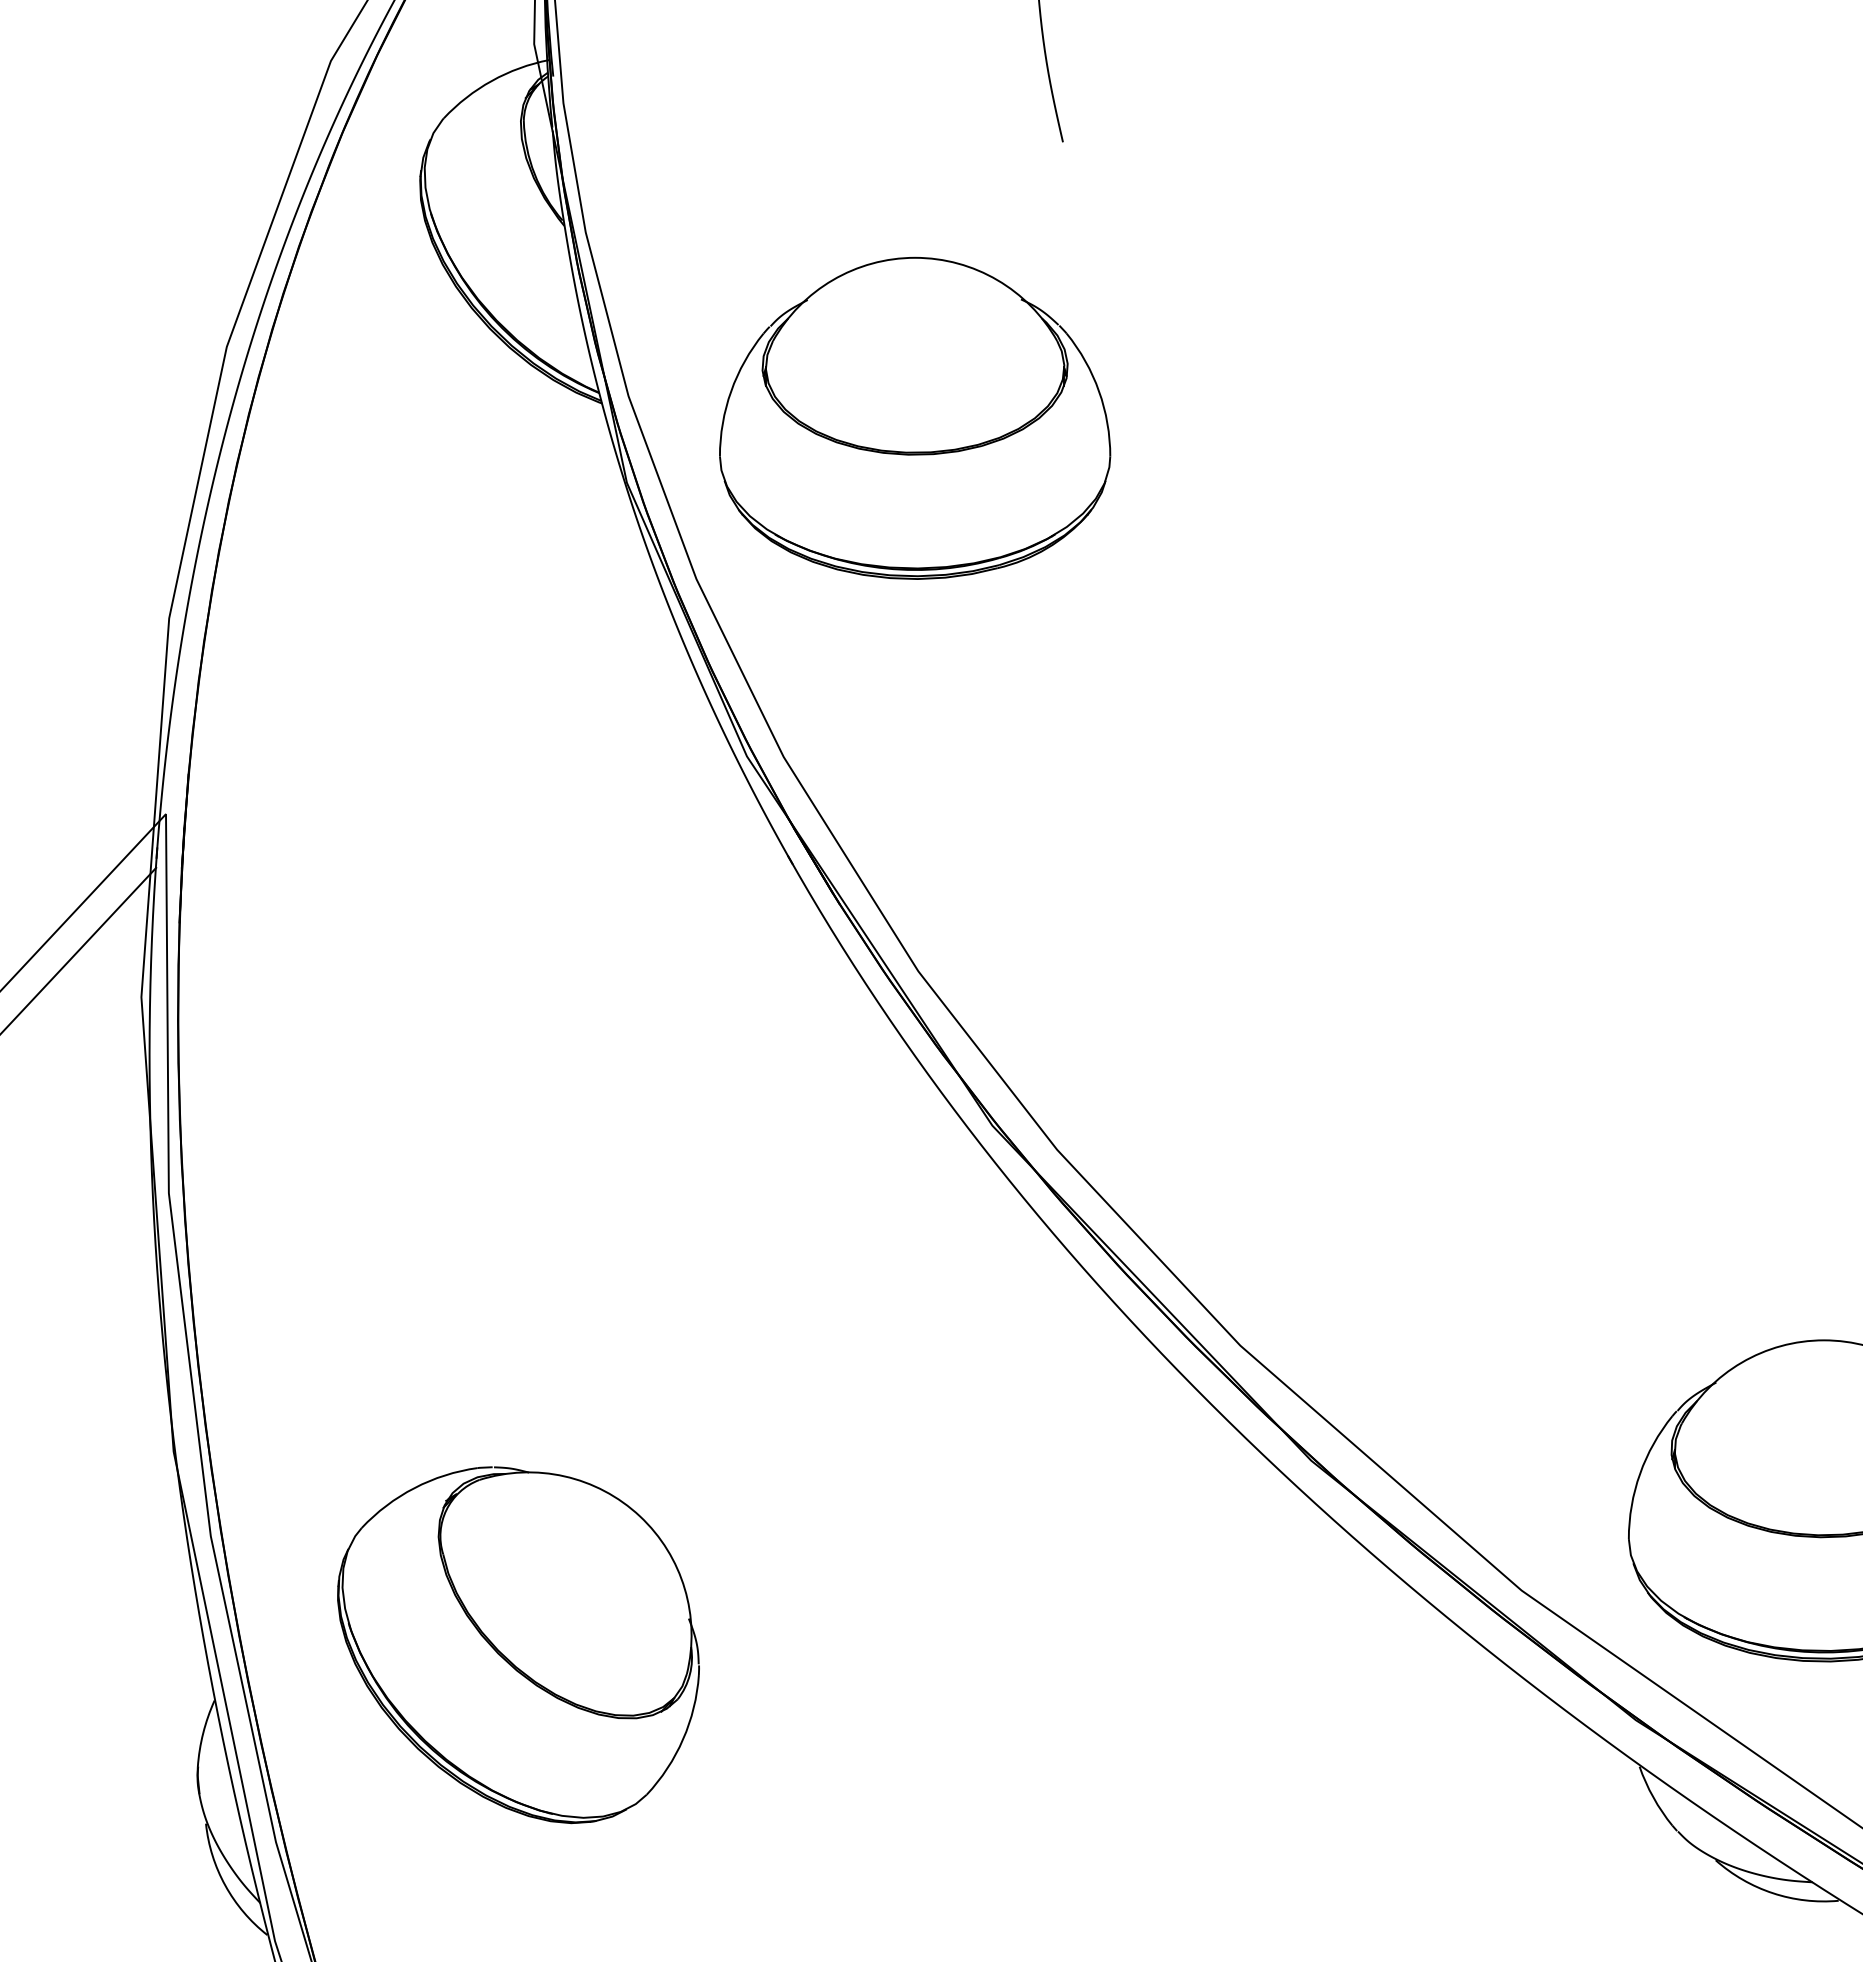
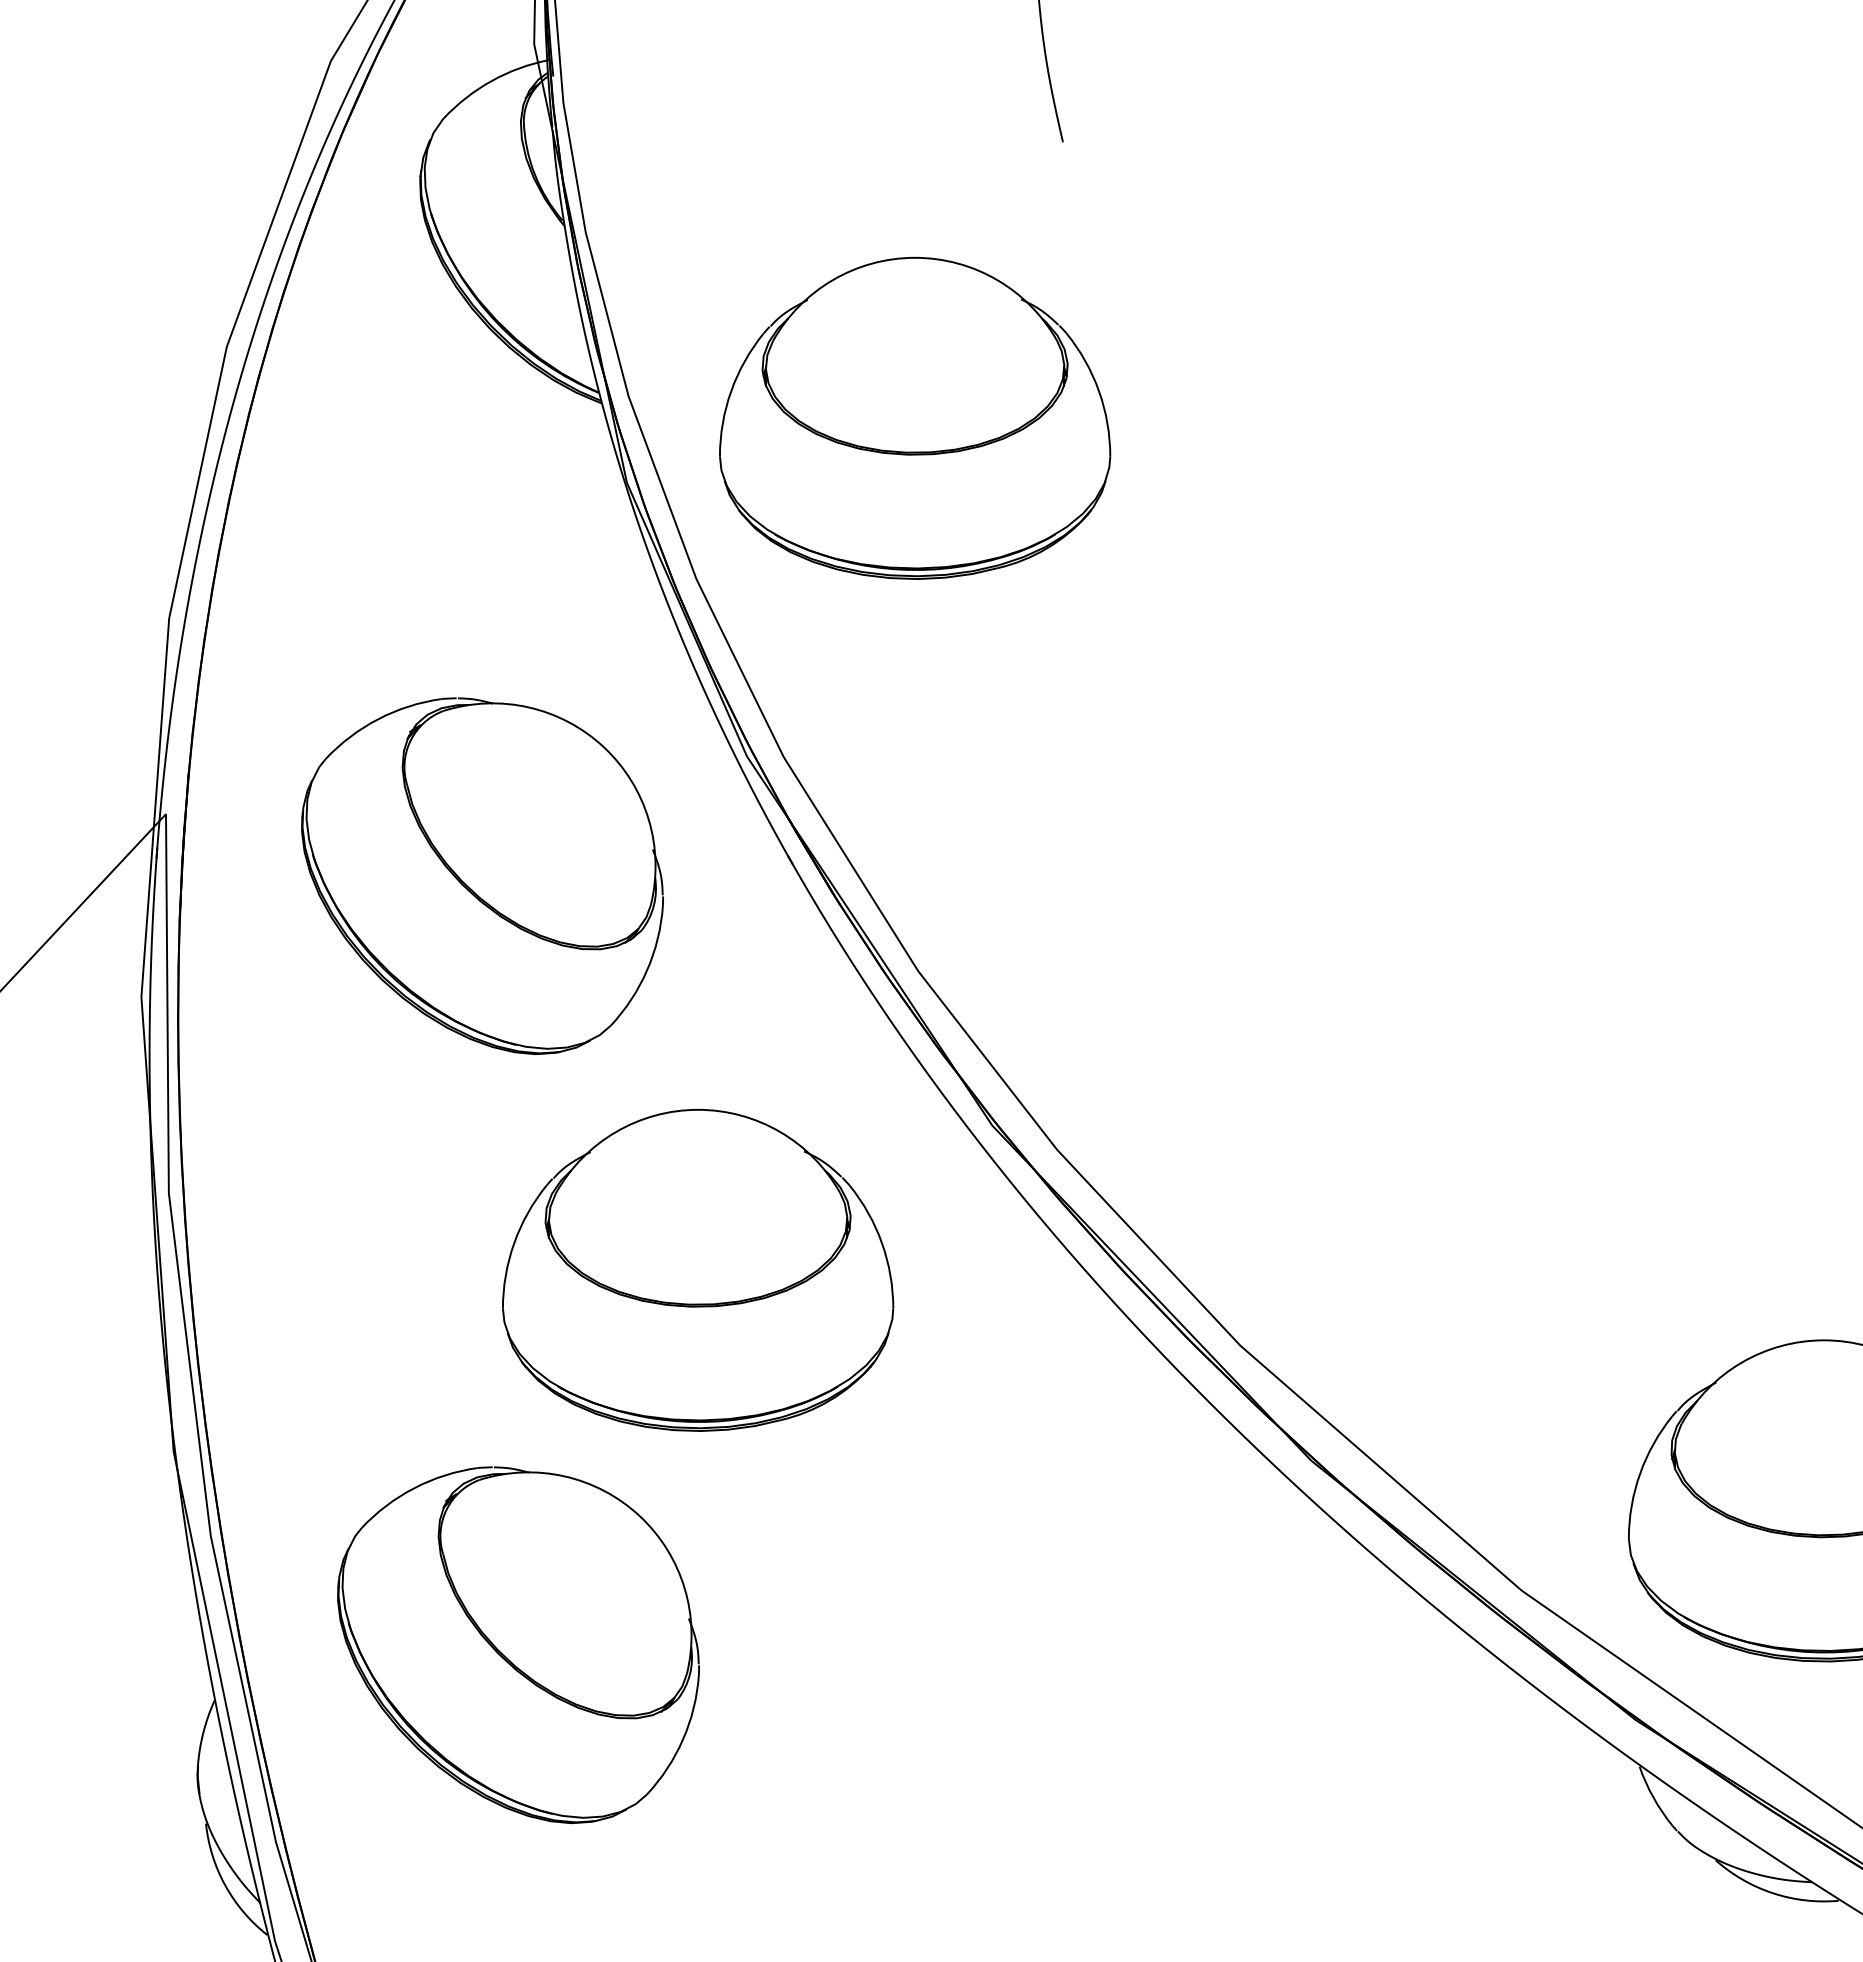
part at (482, 876): none -> present
line at (79, 949): present -> none
part at (698, 1269): none -> present
